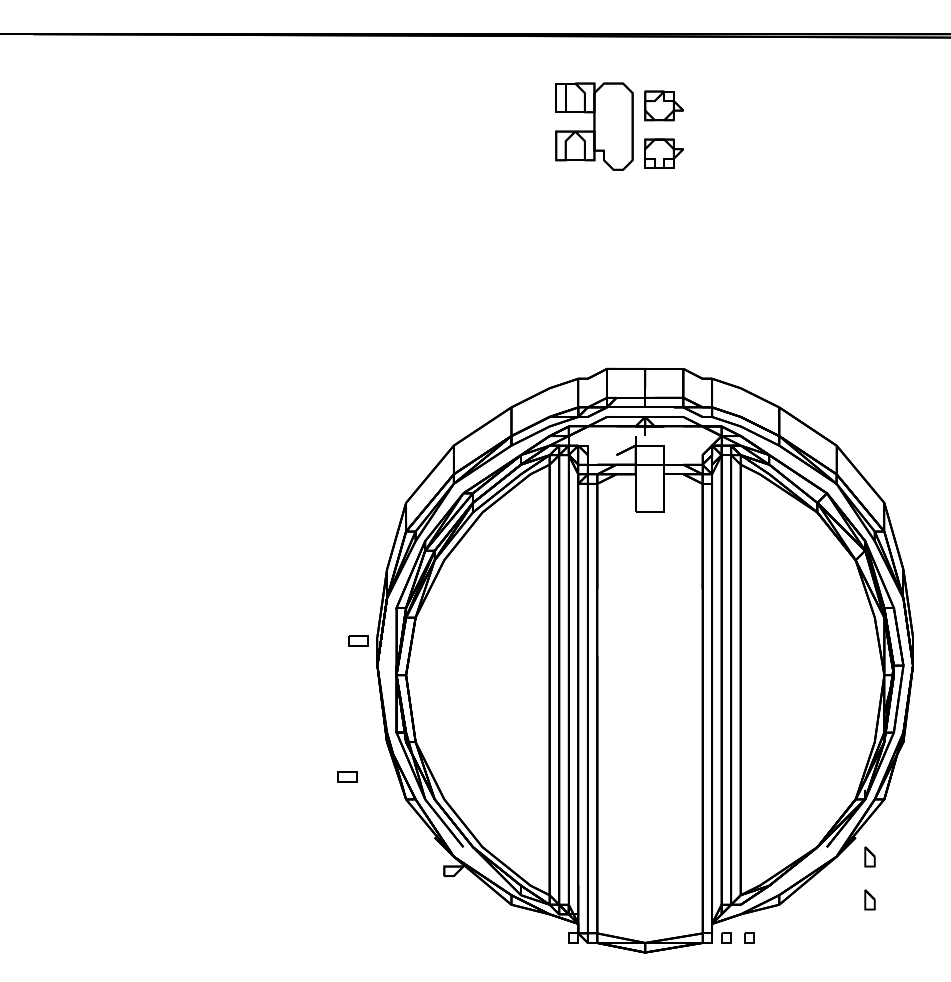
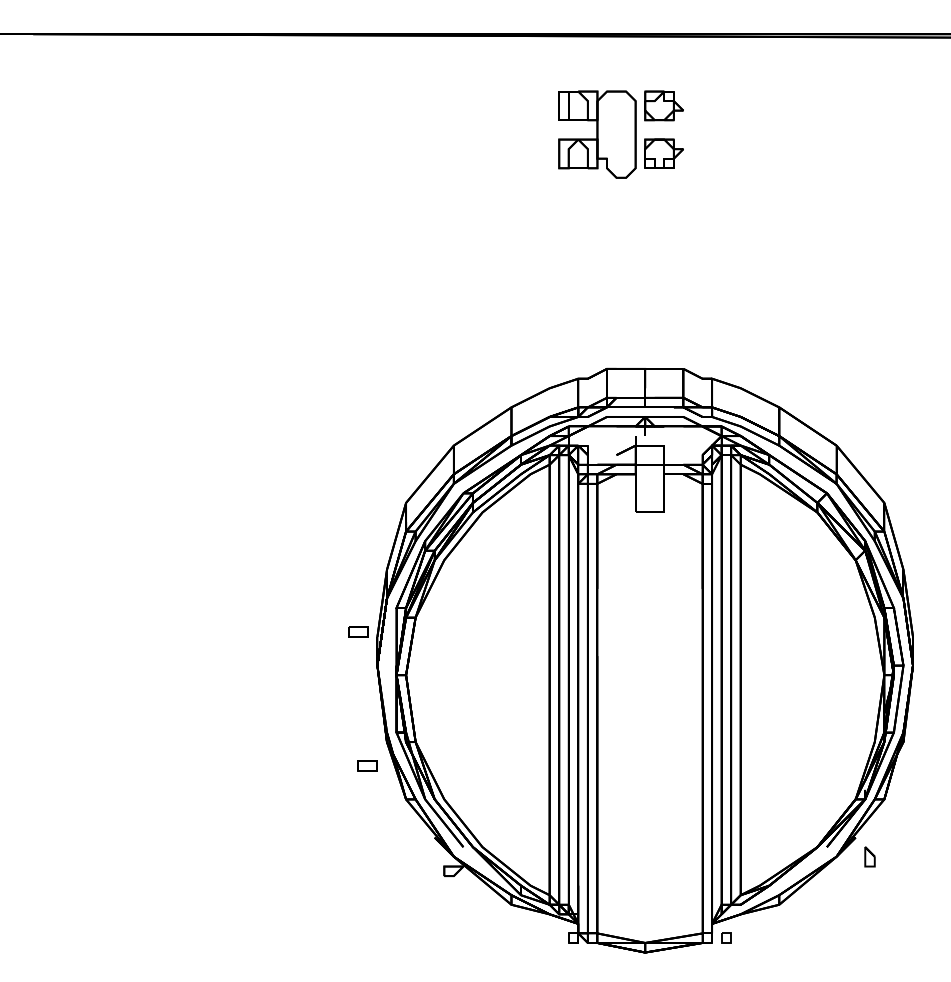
part at (594, 126) position: (594, 126) -> (597, 134)
part at (358, 640) position: (358, 640) -> (358, 631)
part at (347, 776) position: (347, 776) -> (367, 765)
part at (869, 899): present -> none
part at (749, 937): present -> none
